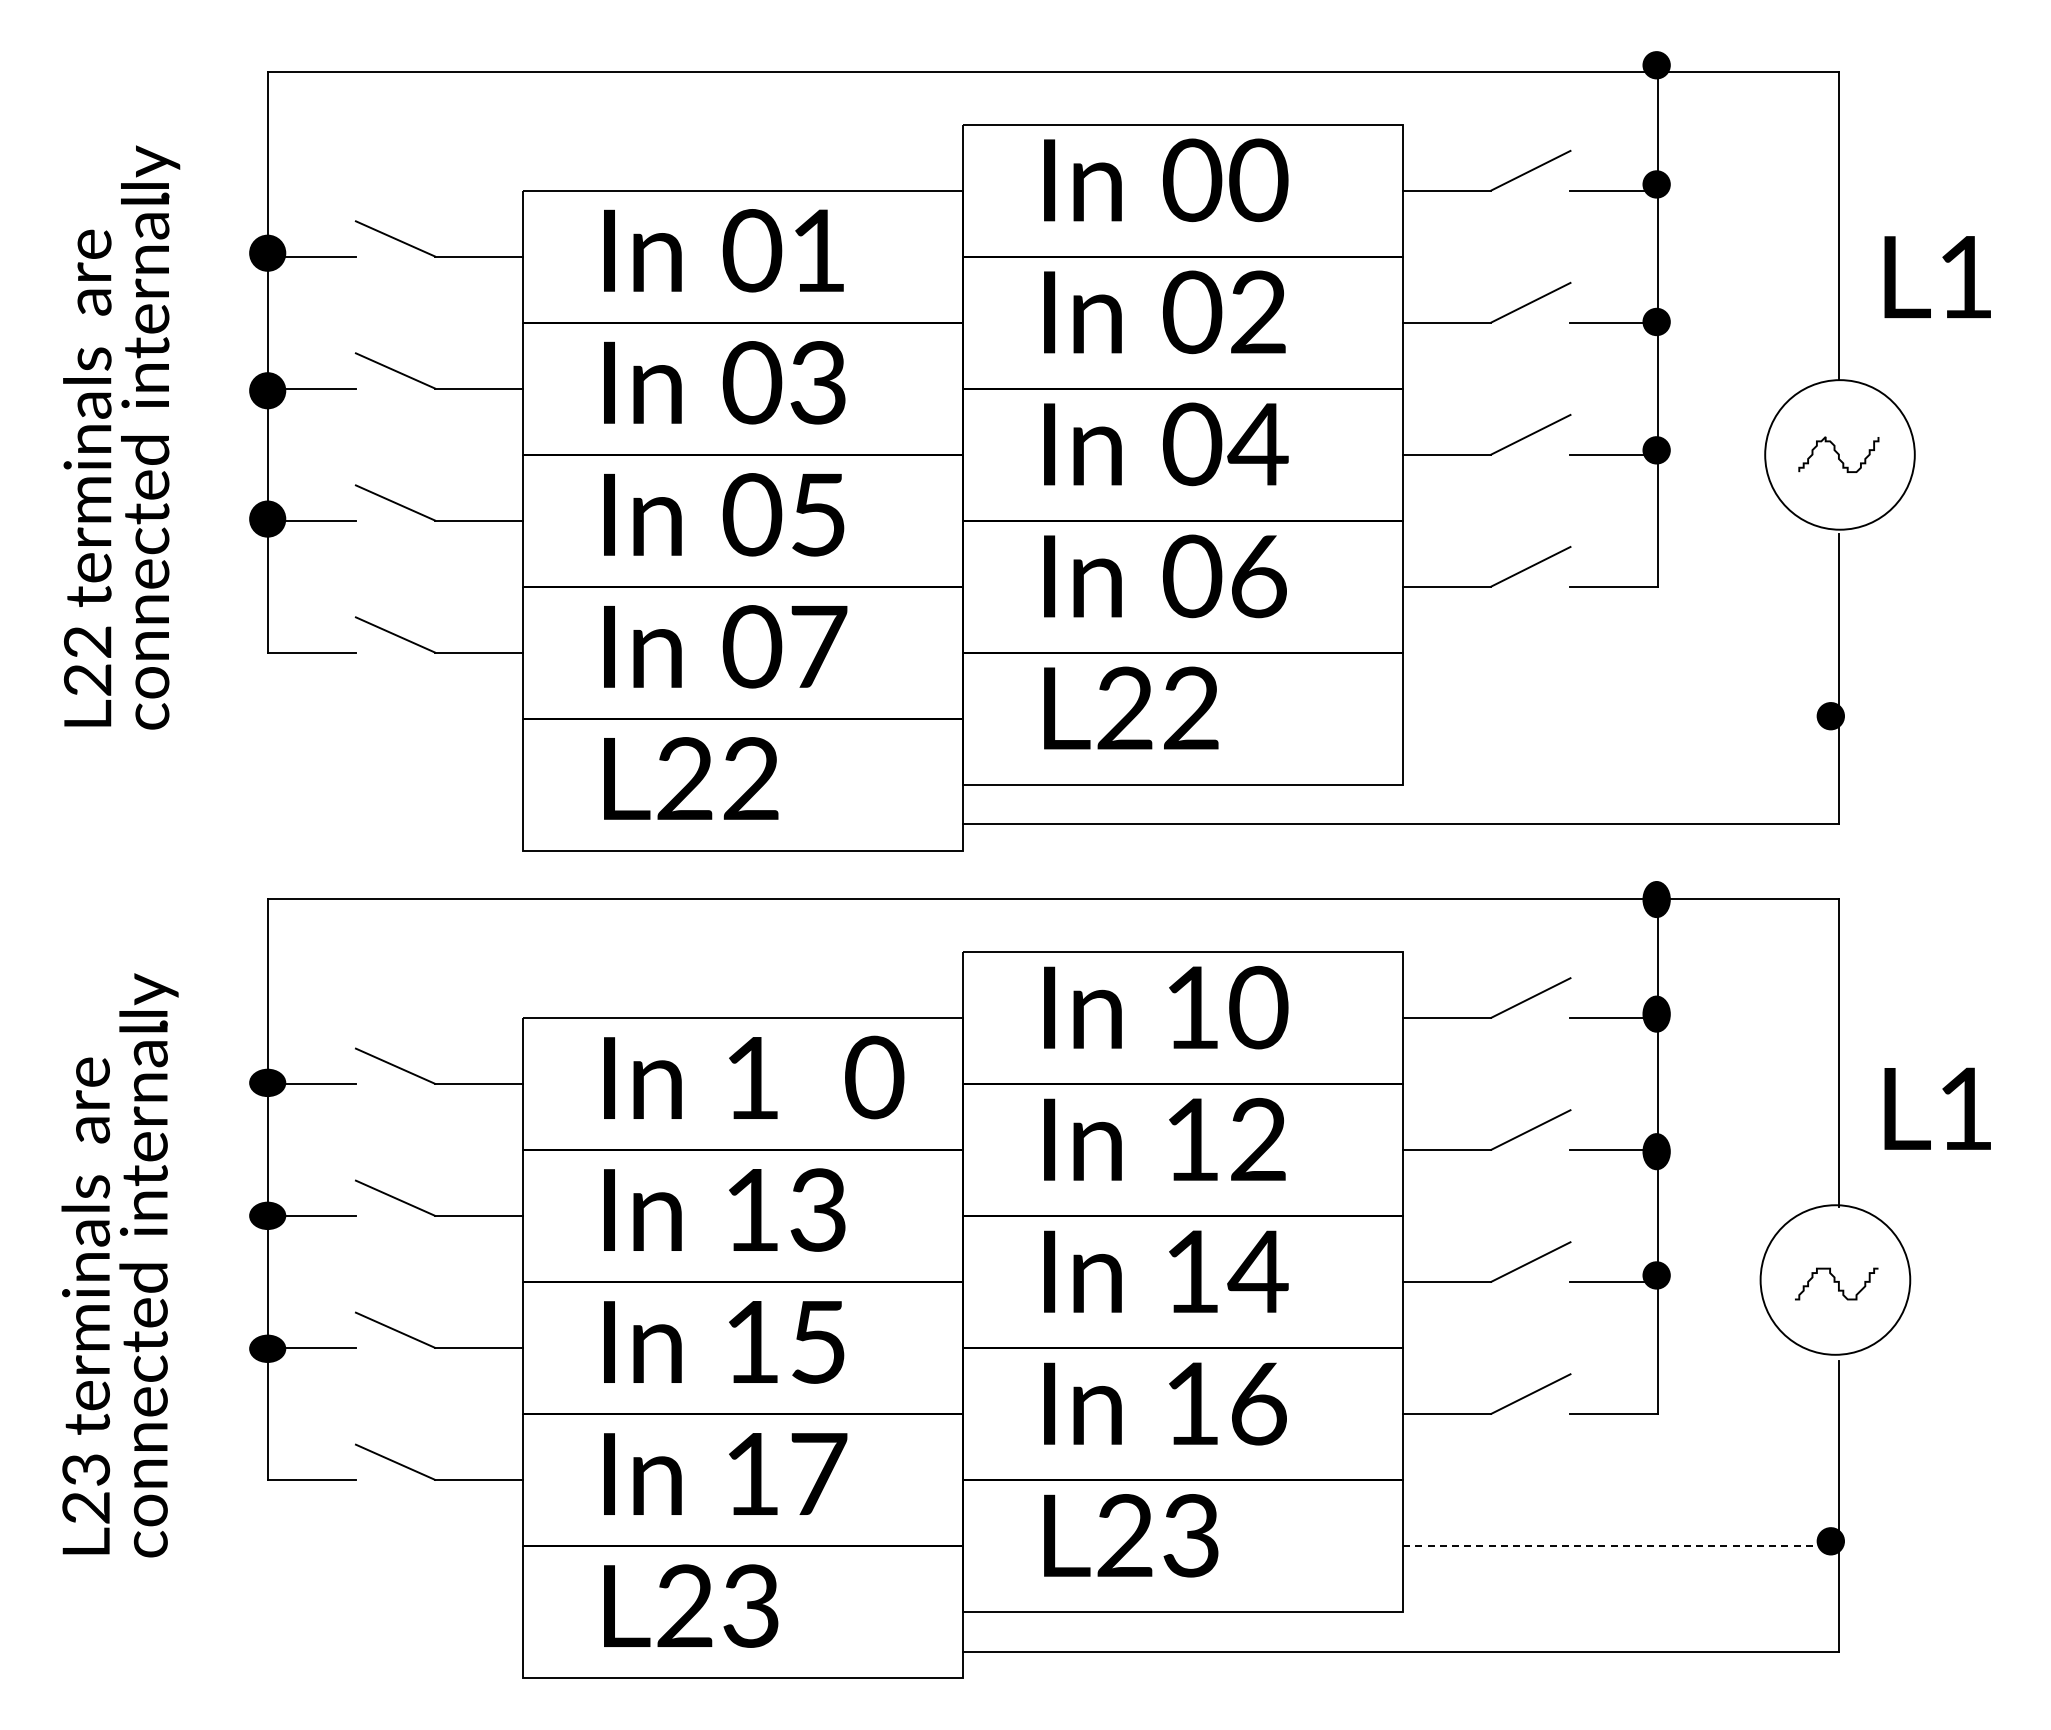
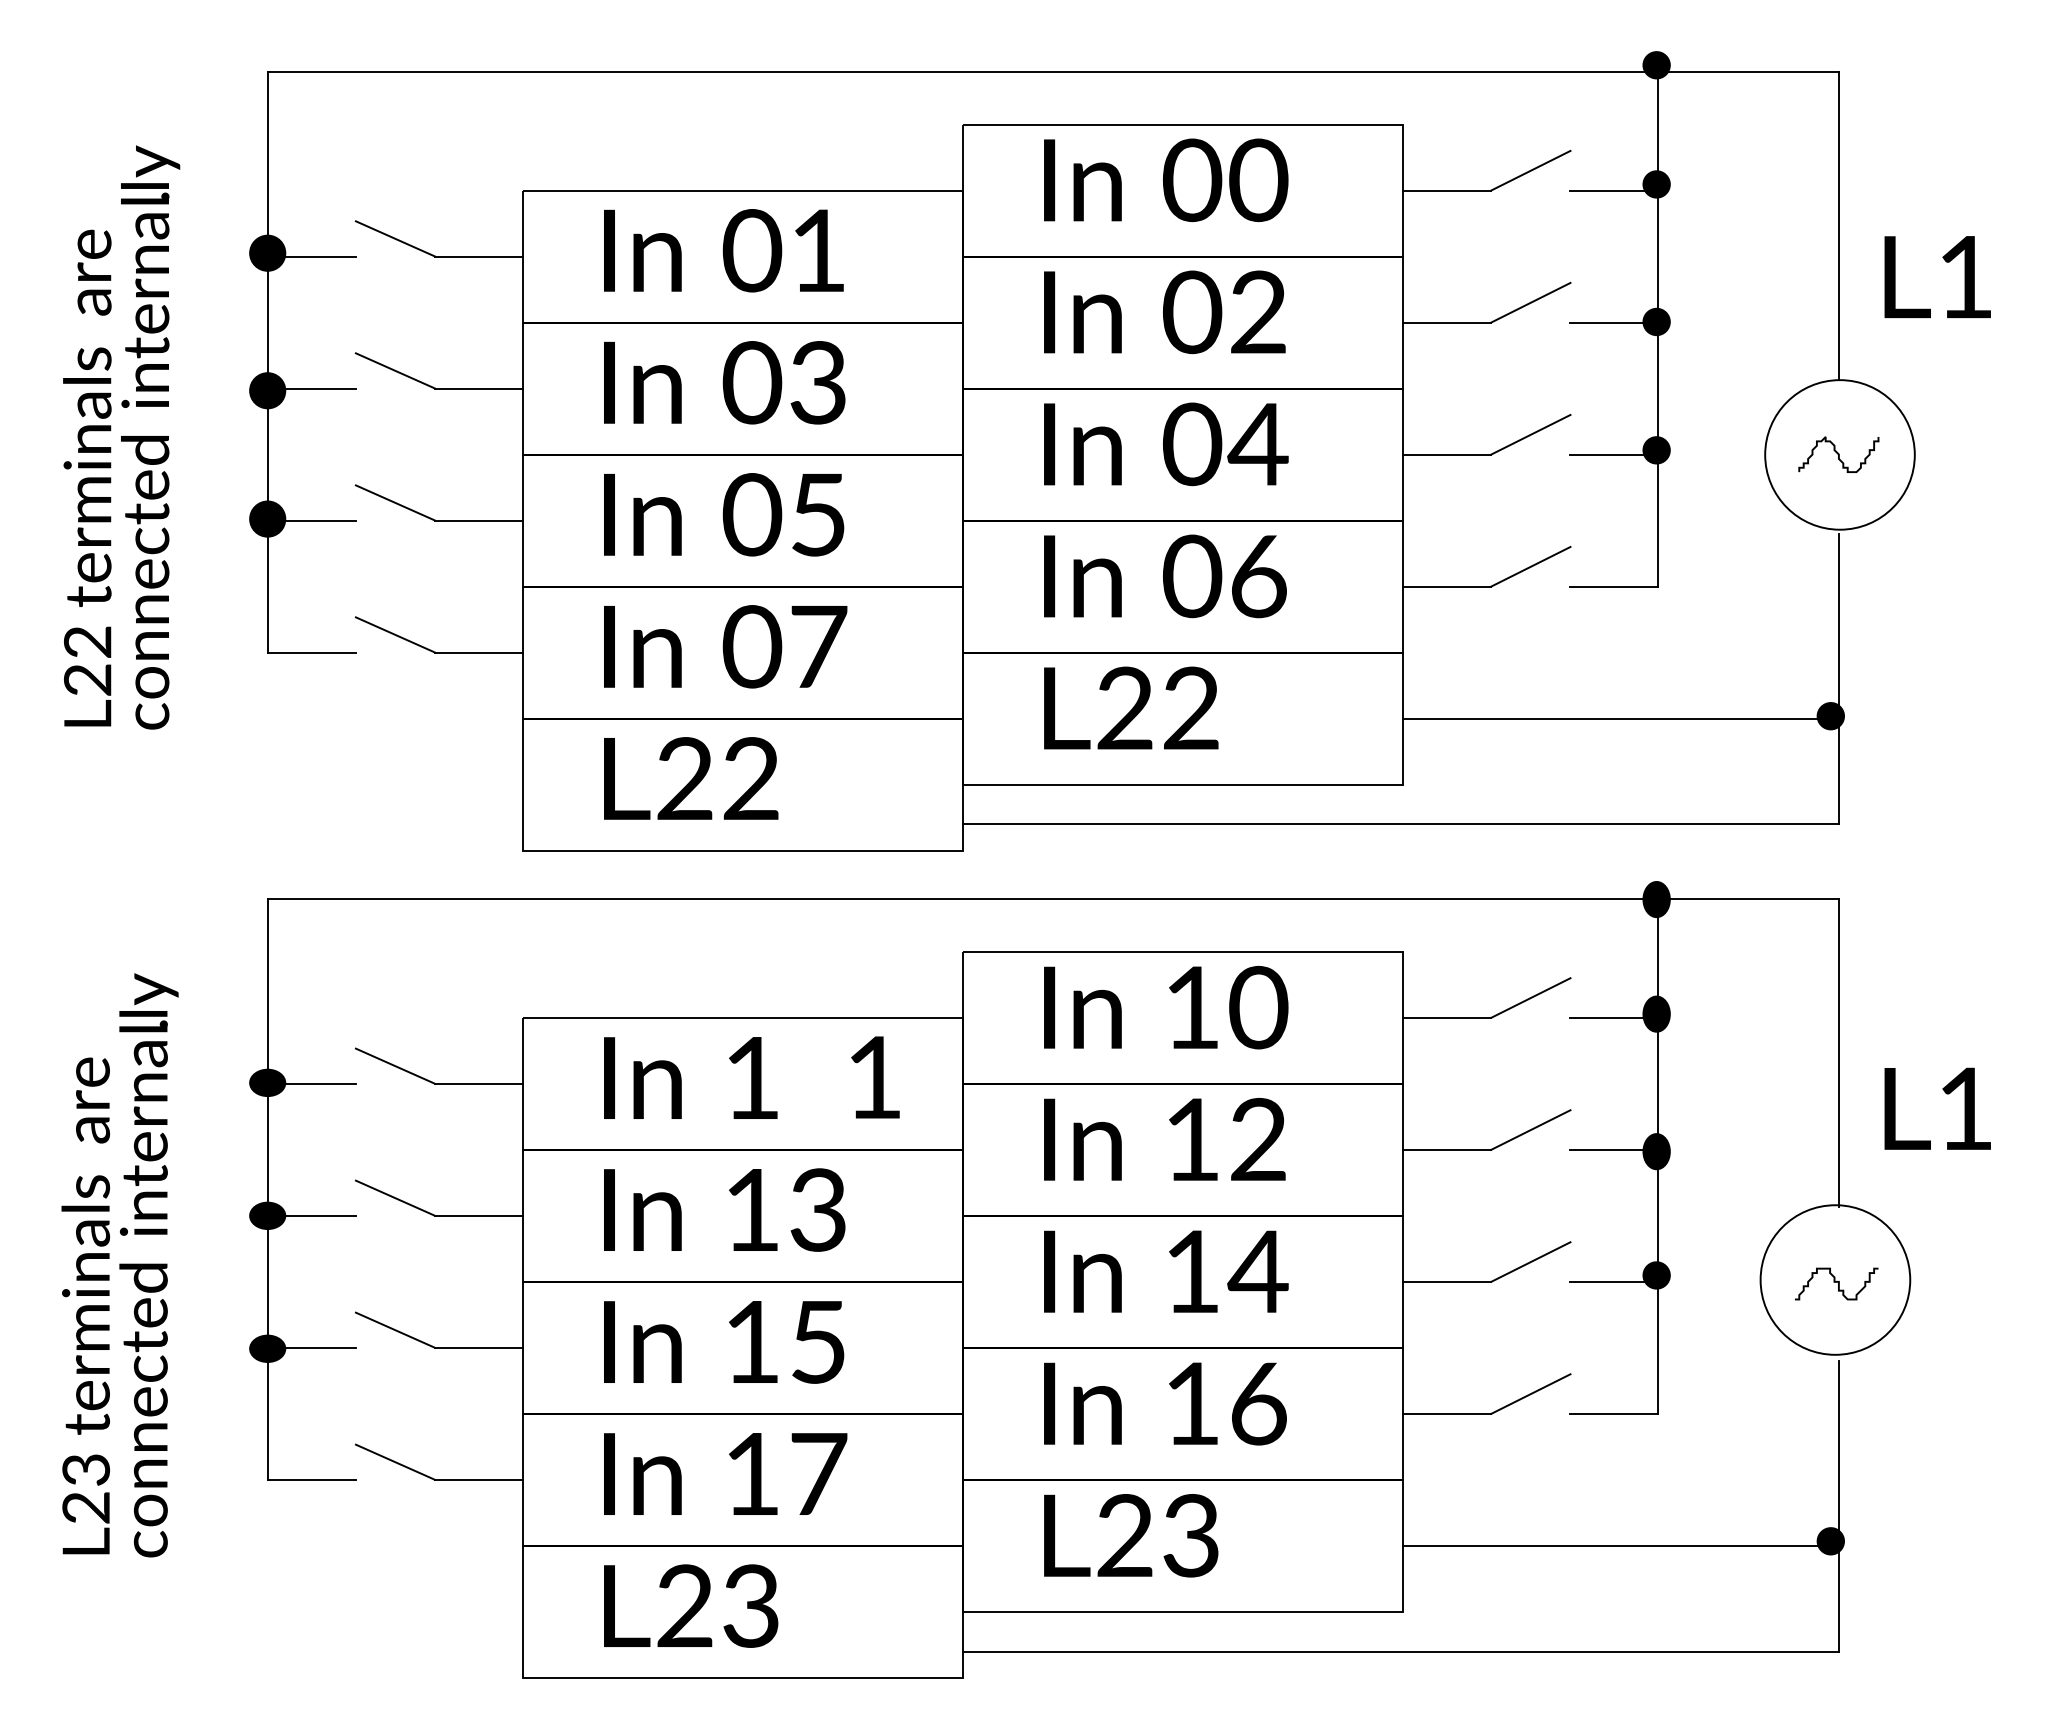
line at (1620, 718): none -> present
text at (874, 1077): 0 -> 1
line at (1621, 1545): dashed -> solid
